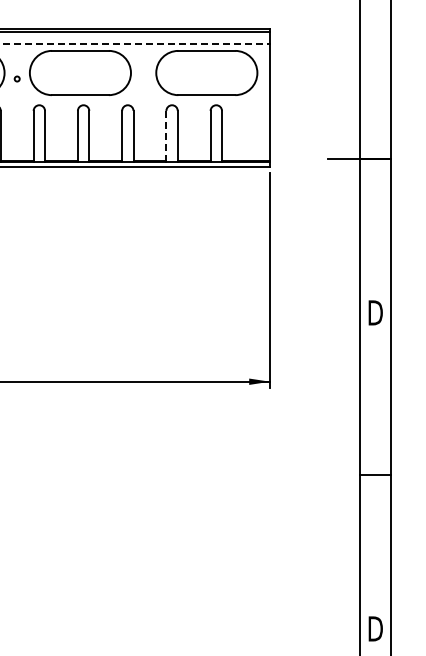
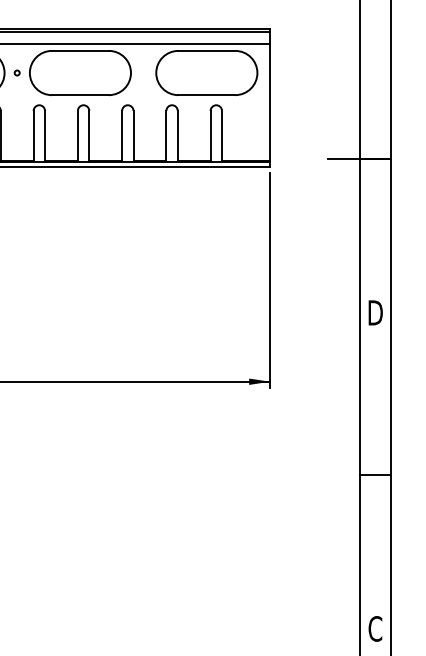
line at (135, 44): dashed -> solid
circle at (16, 78) position: (16, 78) -> (16, 72)
line at (166, 135): dashed -> solid
text at (375, 628): D -> C
